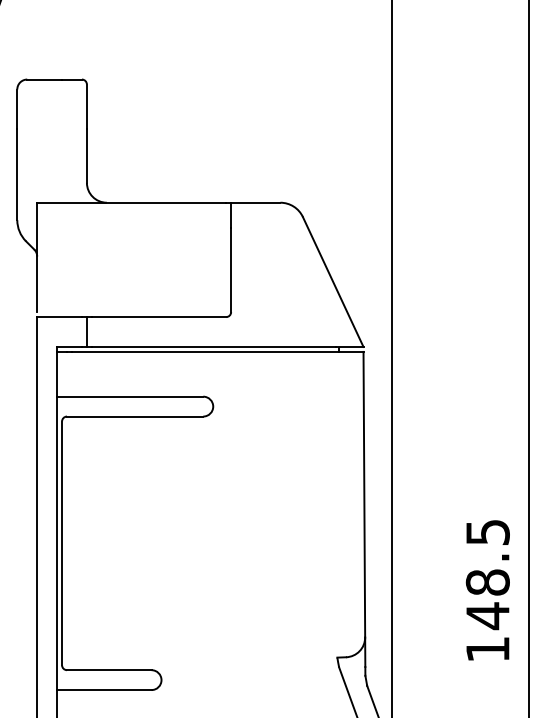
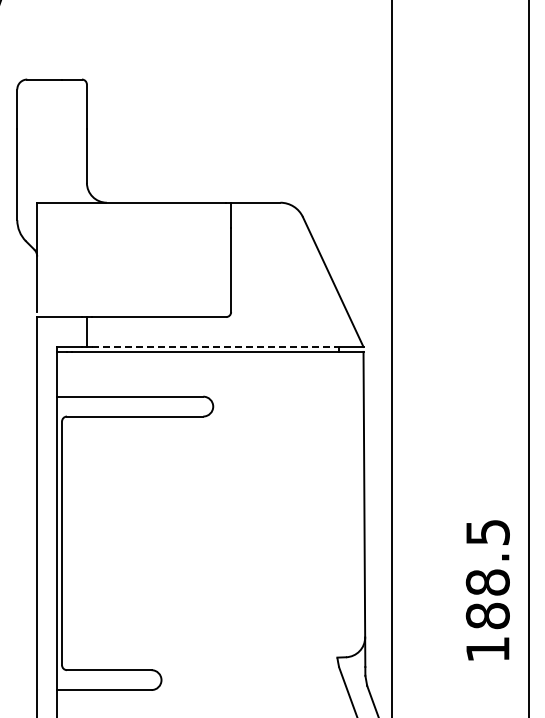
line at (214, 346): solid -> dashed
text at (487, 616): 148.5 -> 188.5
